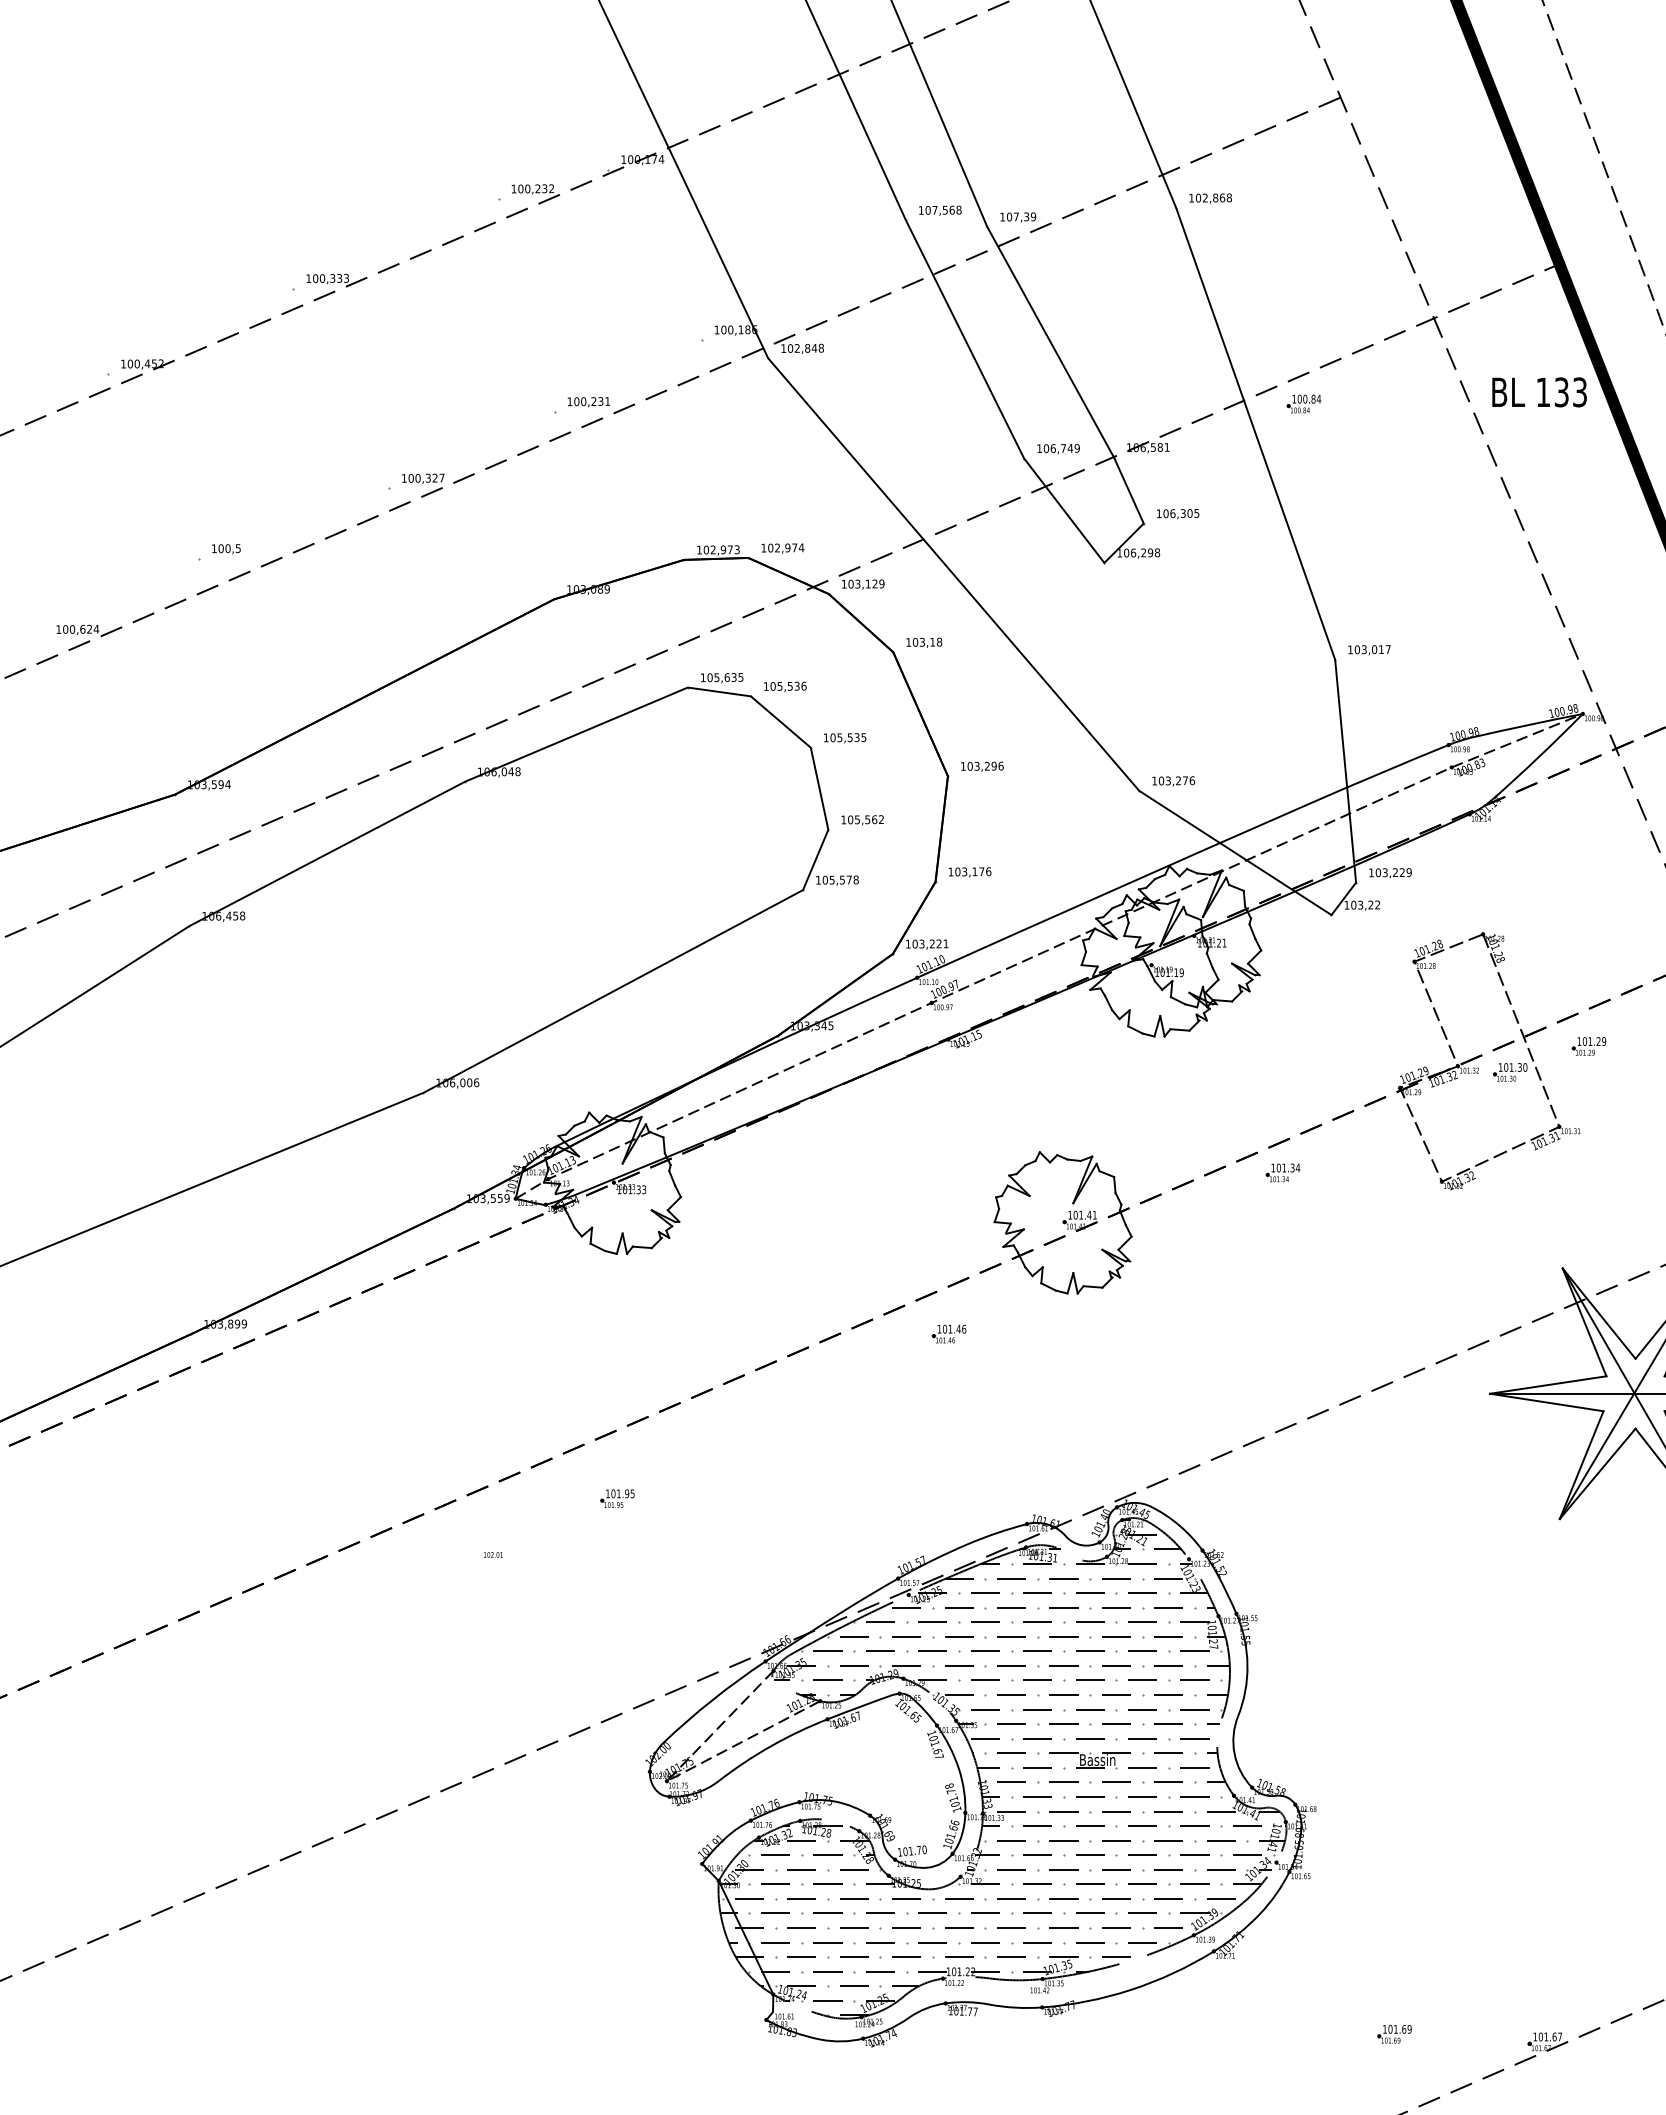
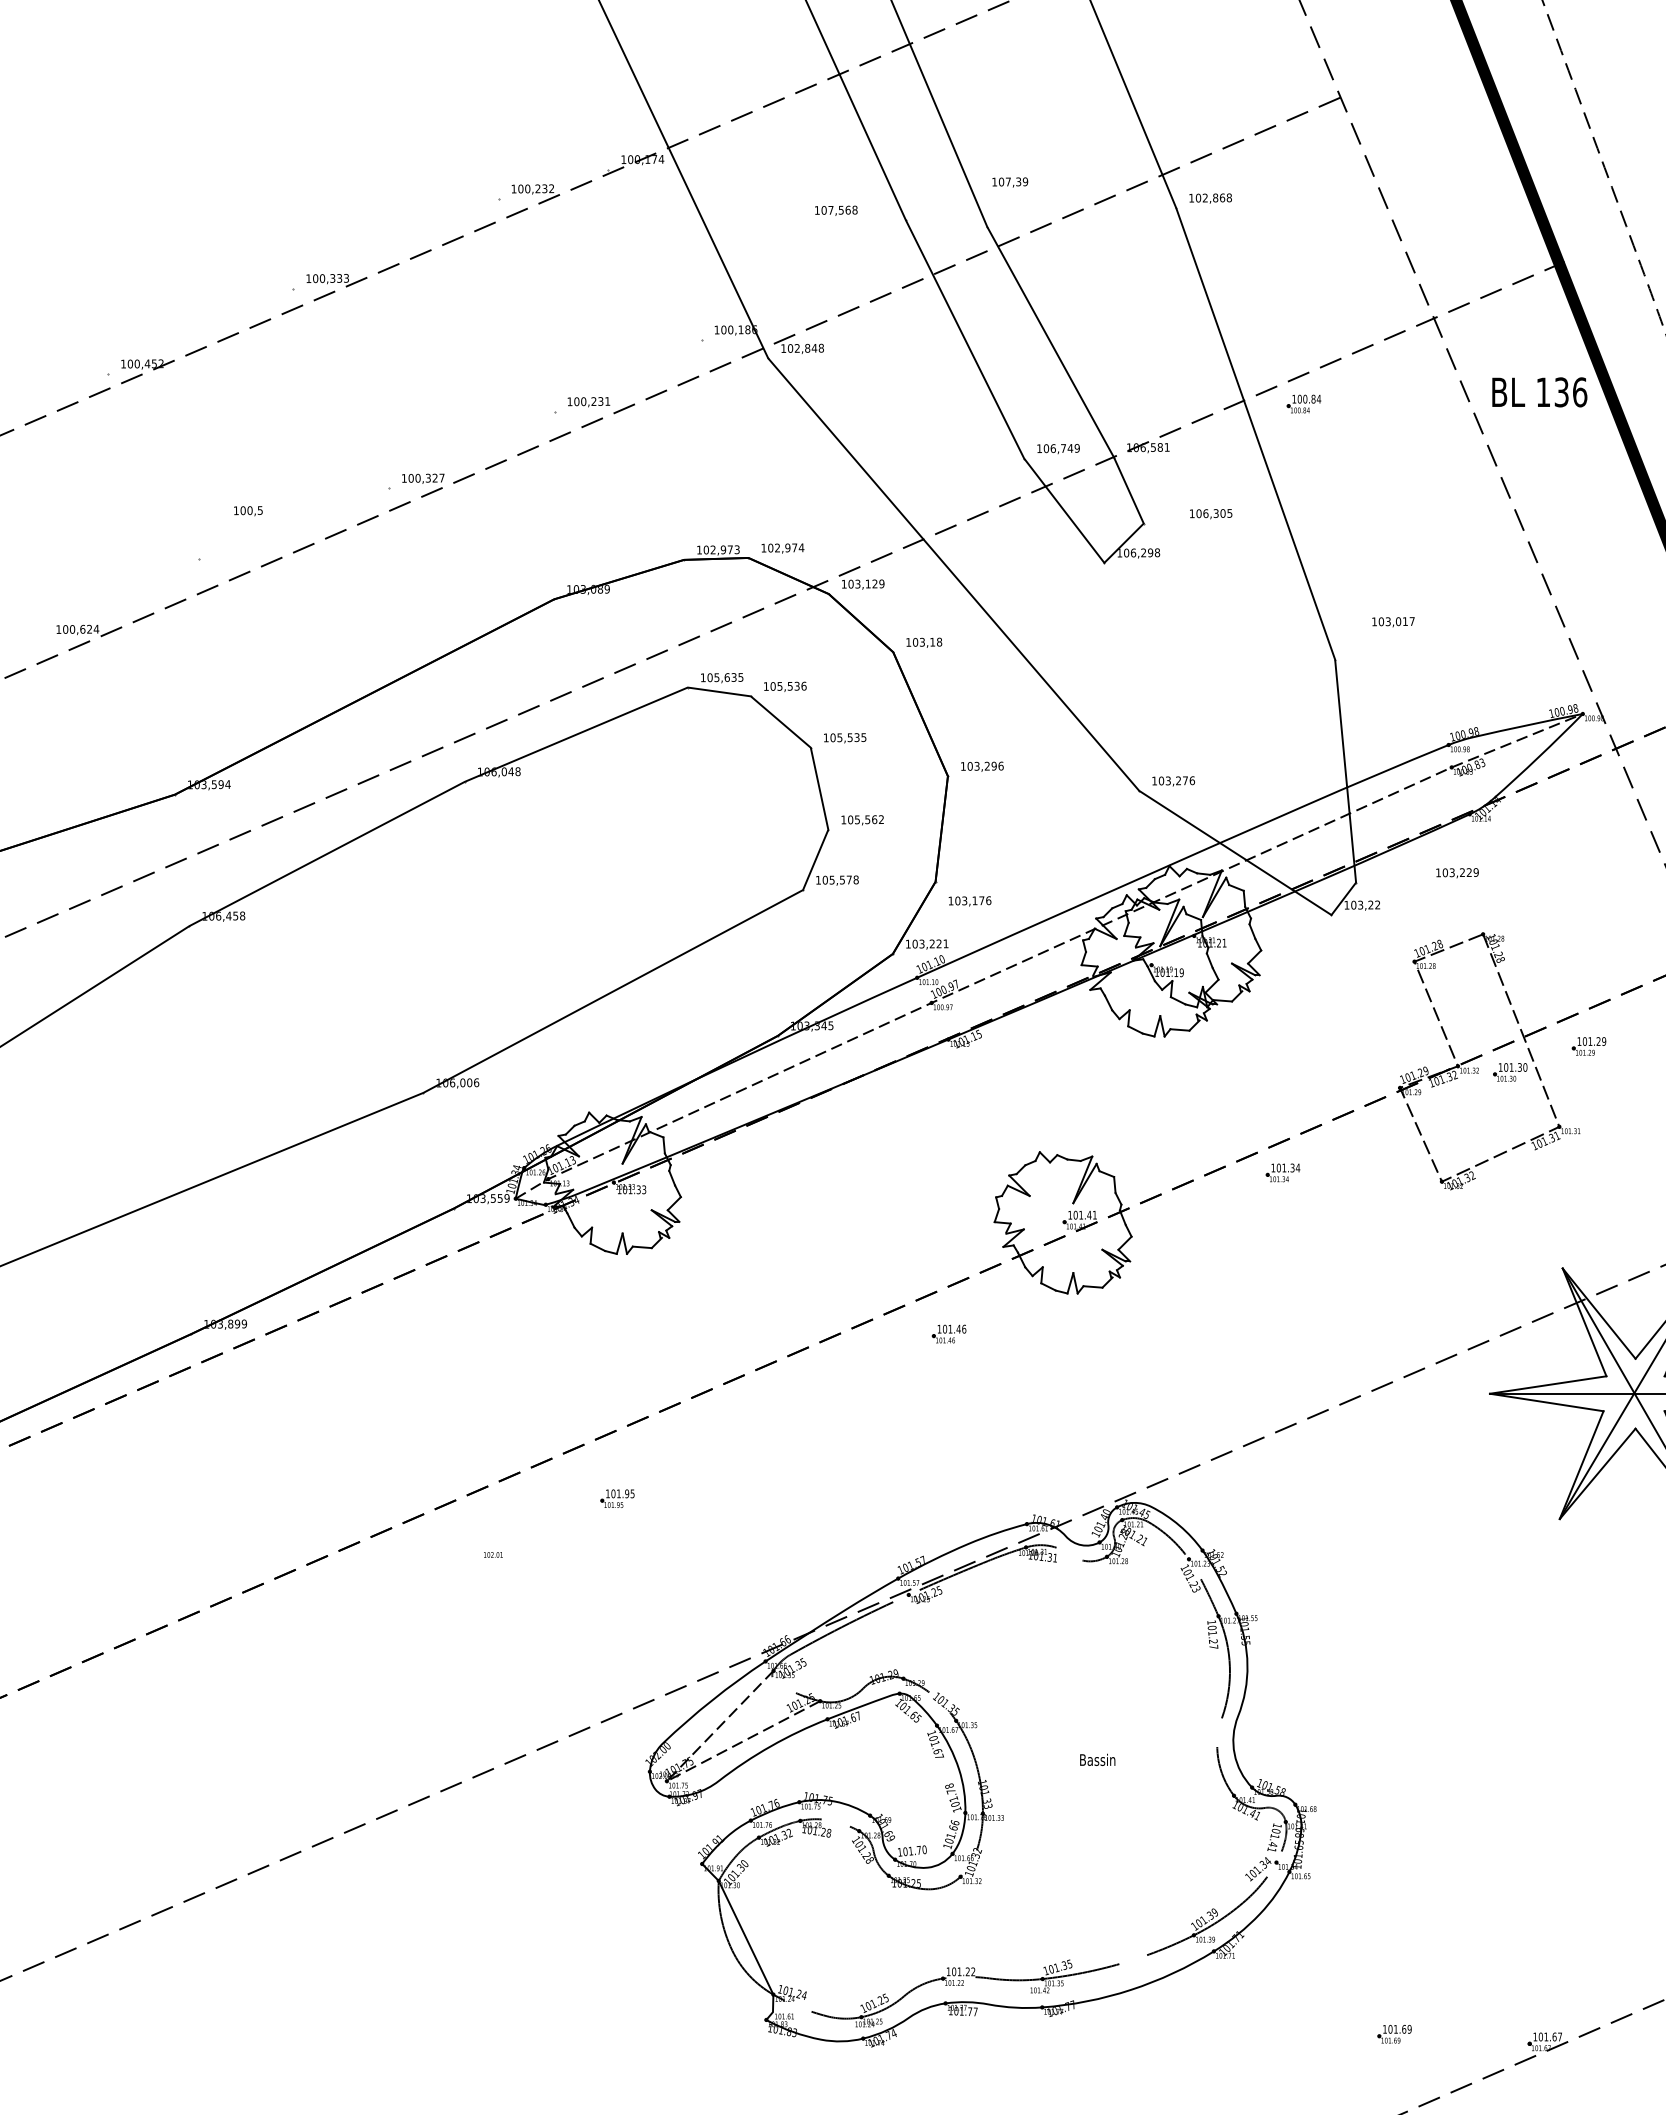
text at (940, 210) position: (940, 210) -> (836, 210)
text at (1018, 217) position: (1018, 217) -> (1010, 182)
text at (1580, 392): 133 -> 136
text at (1178, 514) position: (1178, 514) -> (1211, 514)
text at (226, 549) position: (226, 549) -> (248, 511)
text at (1369, 650) position: (1369, 650) -> (1393, 622)
text at (969, 872) position: (969, 872) -> (969, 901)
text at (1390, 873) position: (1390, 873) -> (1457, 873)
hatch at (1002, 1767): present -> none
